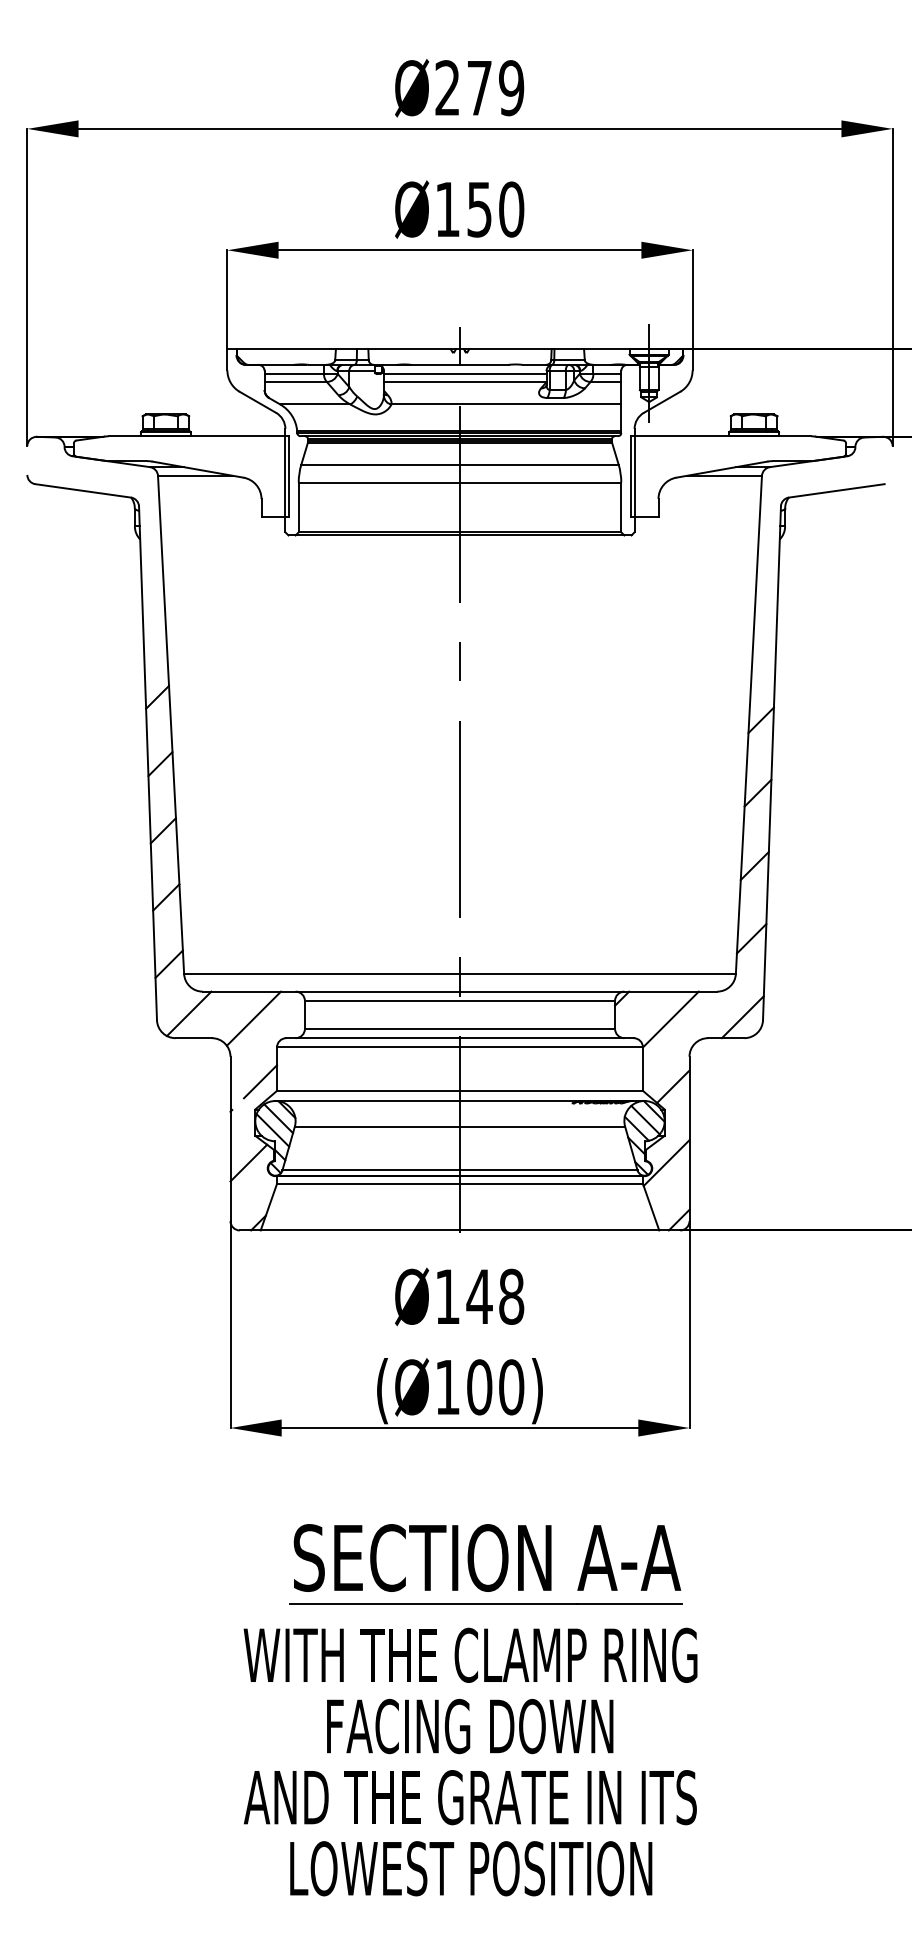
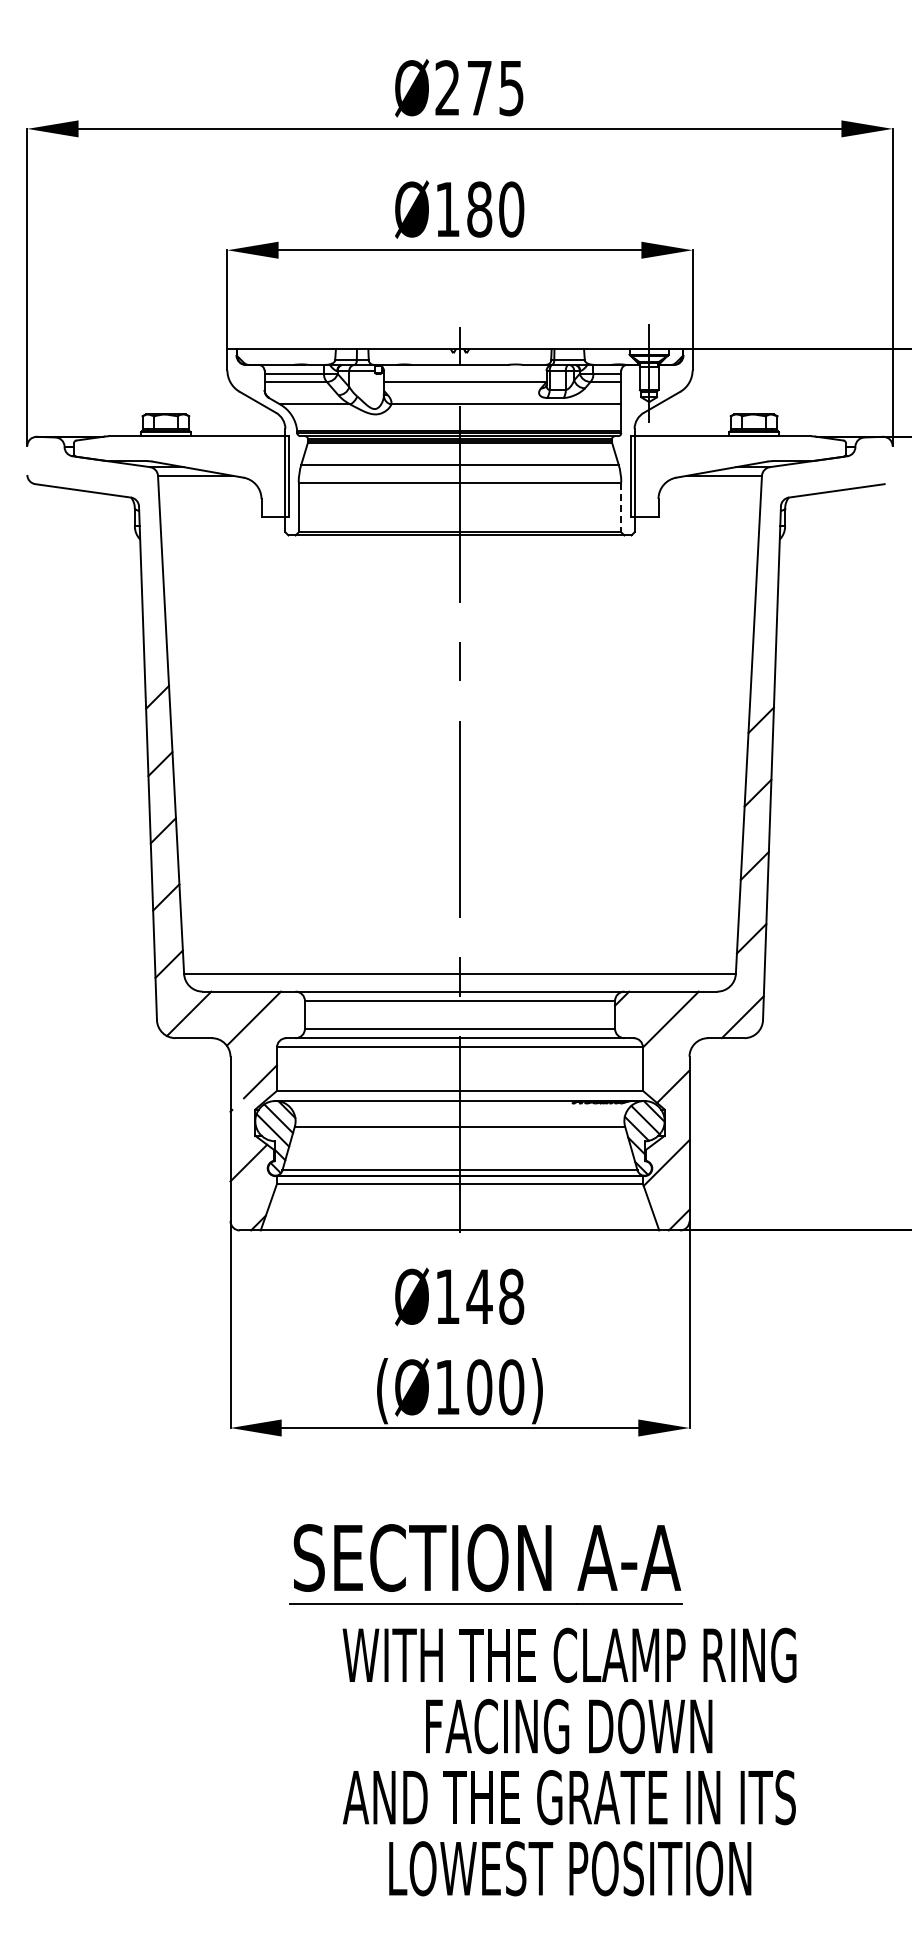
text at (511, 88): Ø279 -> Ø275
text at (479, 209): Ø150 -> Ø180
line at (465, 373): present -> none
line at (621, 507): solid -> dashed
text at (470, 1761) position: (470, 1761) -> (569, 1761)
